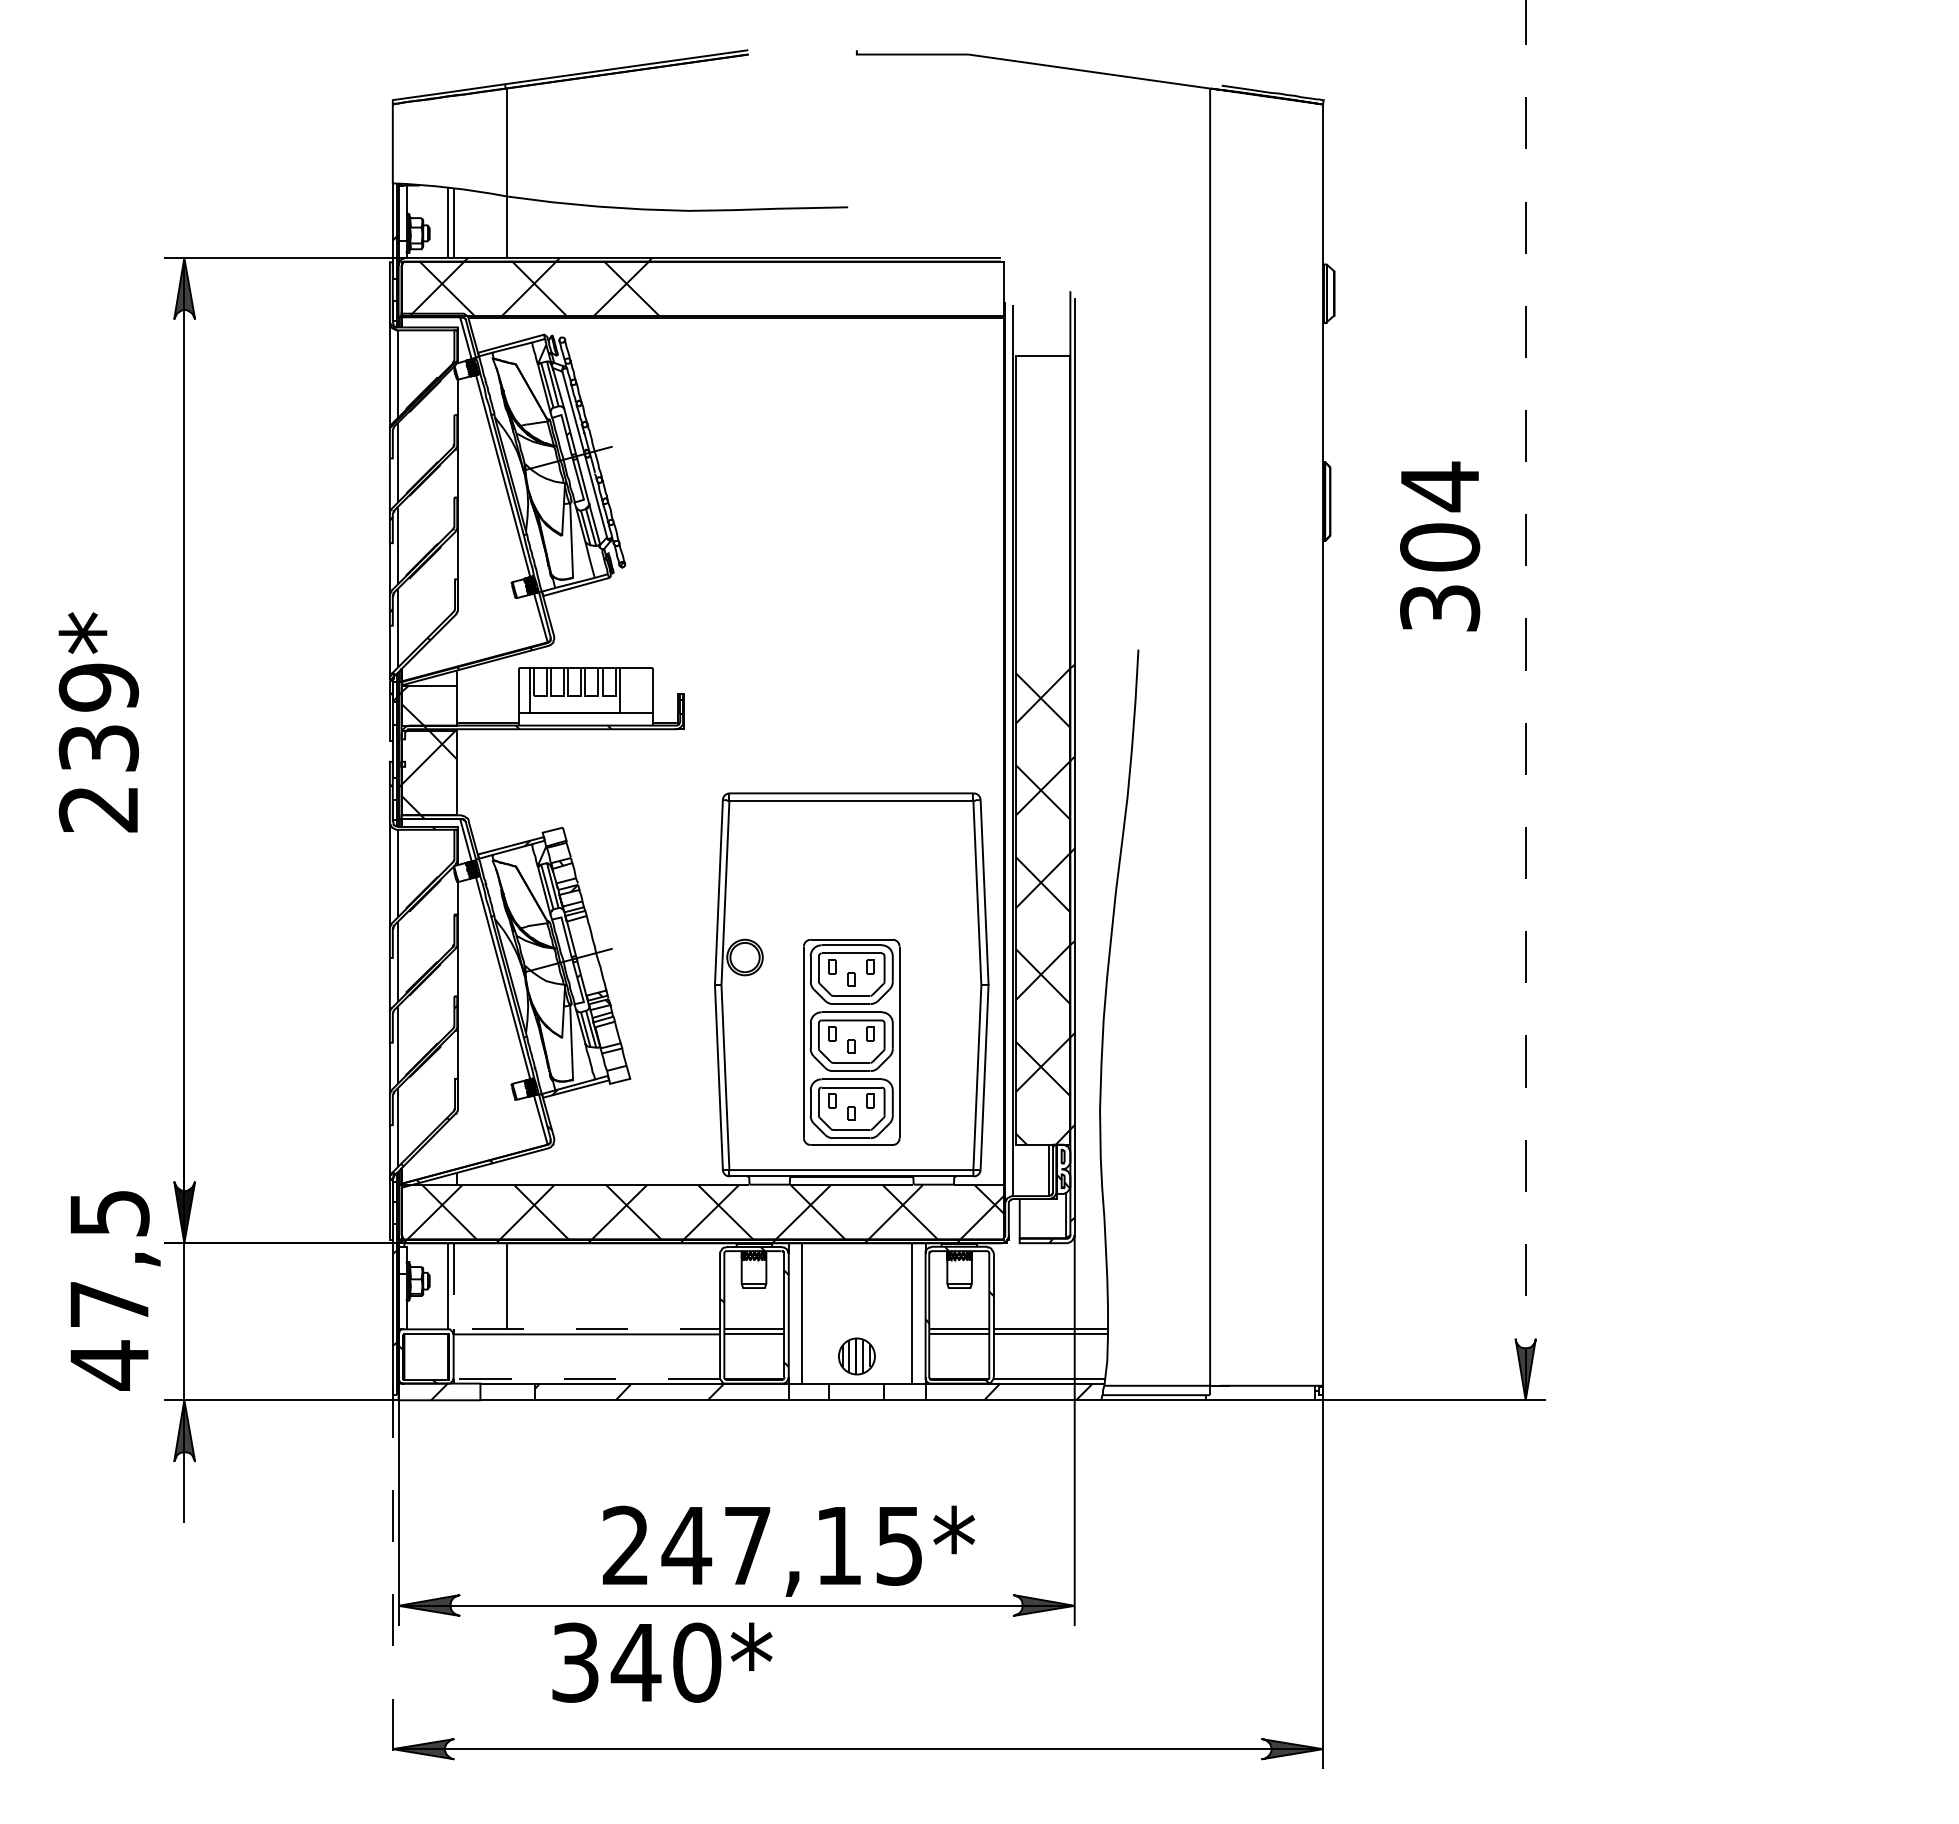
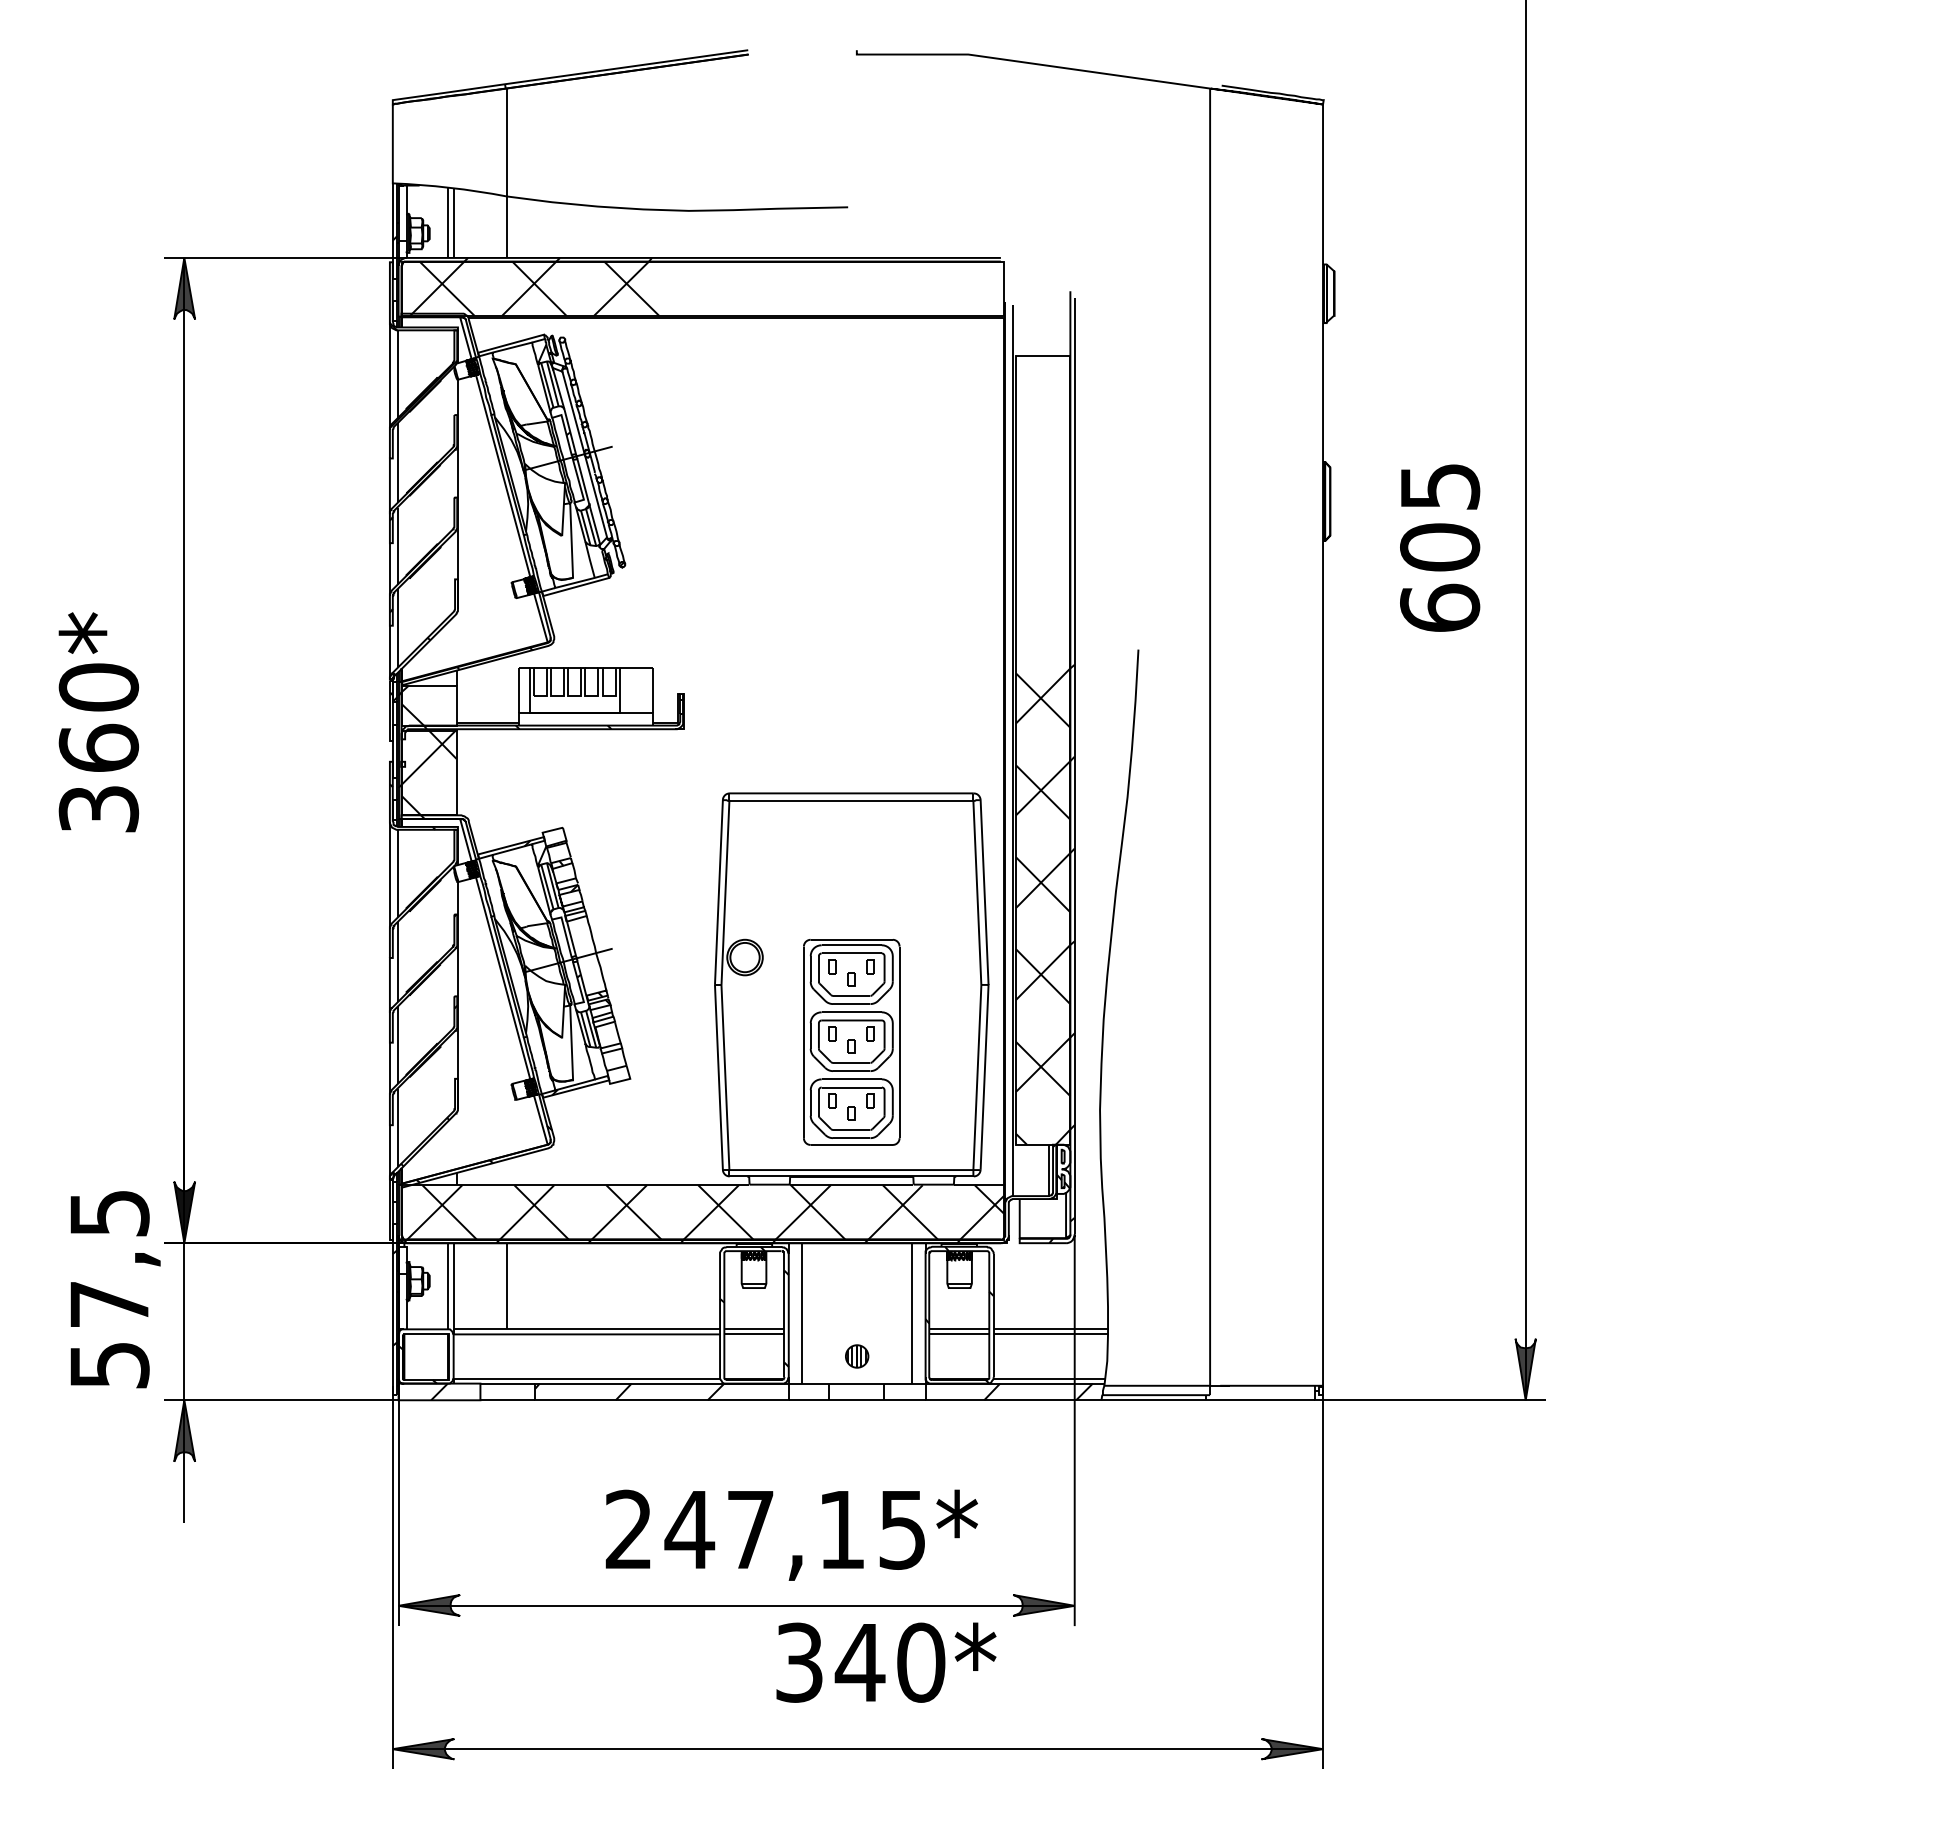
text at (1440, 546): 304 -> 605
line at (1525, 700): dashed -> solid
text at (98, 747): 239* -> 360*
line at (543, 1329): dashed -> solid
part at (856, 1356) size: 38x39 px -> 25x25 px
text at (109, 1365): 47,5 -> 57,5
line at (586, 1378): dashed -> solid
text at (788, 1550) position: (788, 1550) -> (791, 1534)
line at (392, 1577): dashed -> solid
text at (662, 1662) position: (662, 1662) -> (886, 1662)
